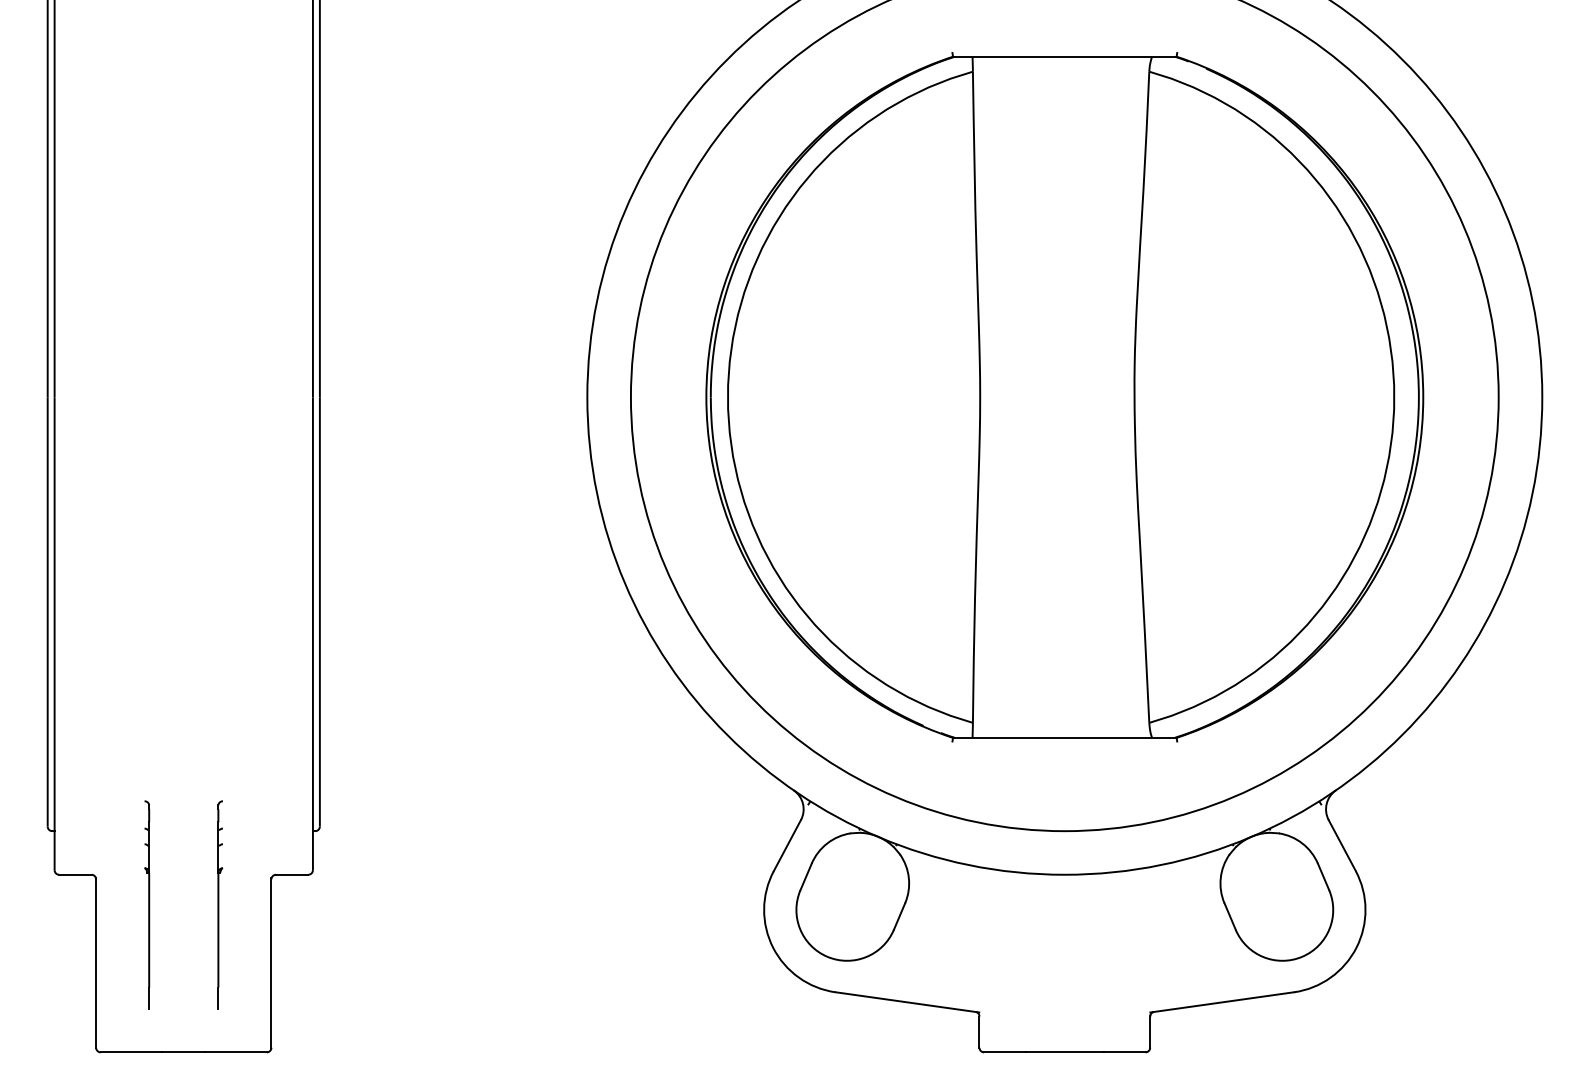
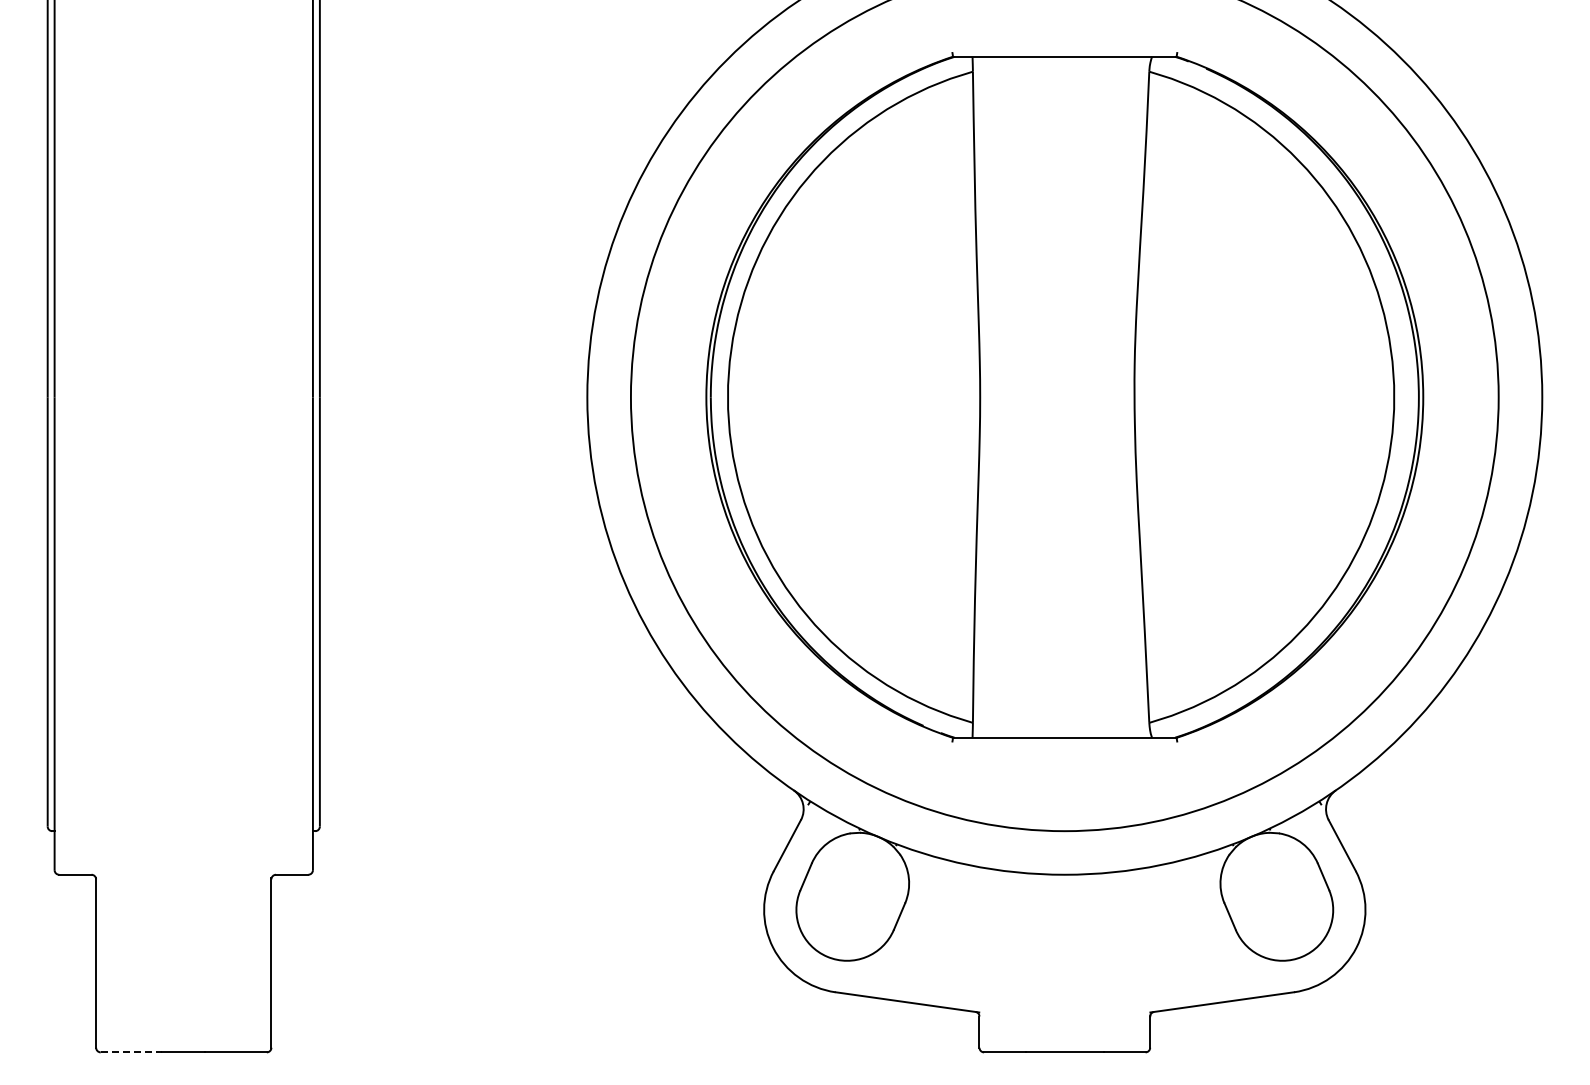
part at (147, 904): present -> none
part at (220, 904): present -> none
line at (131, 1052): solid -> dashed
